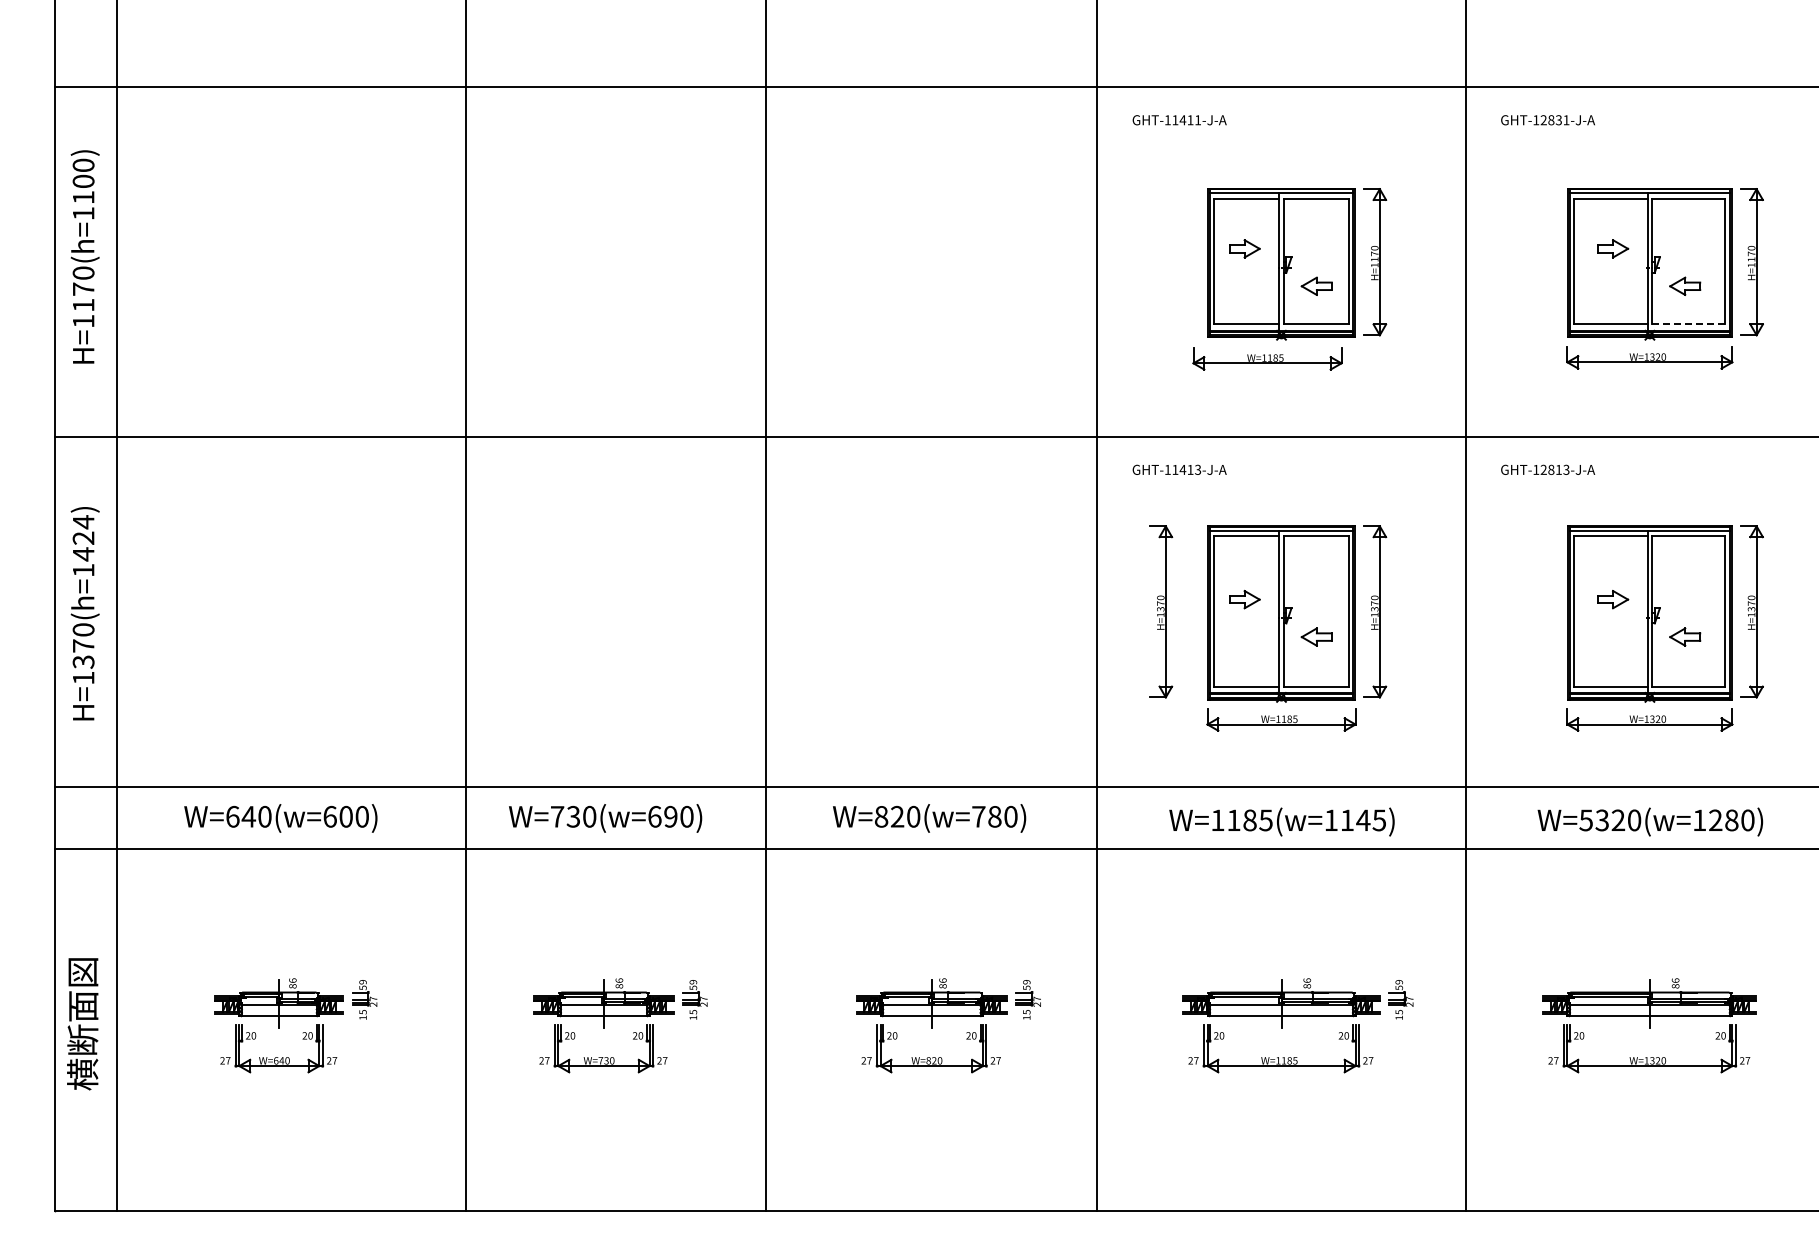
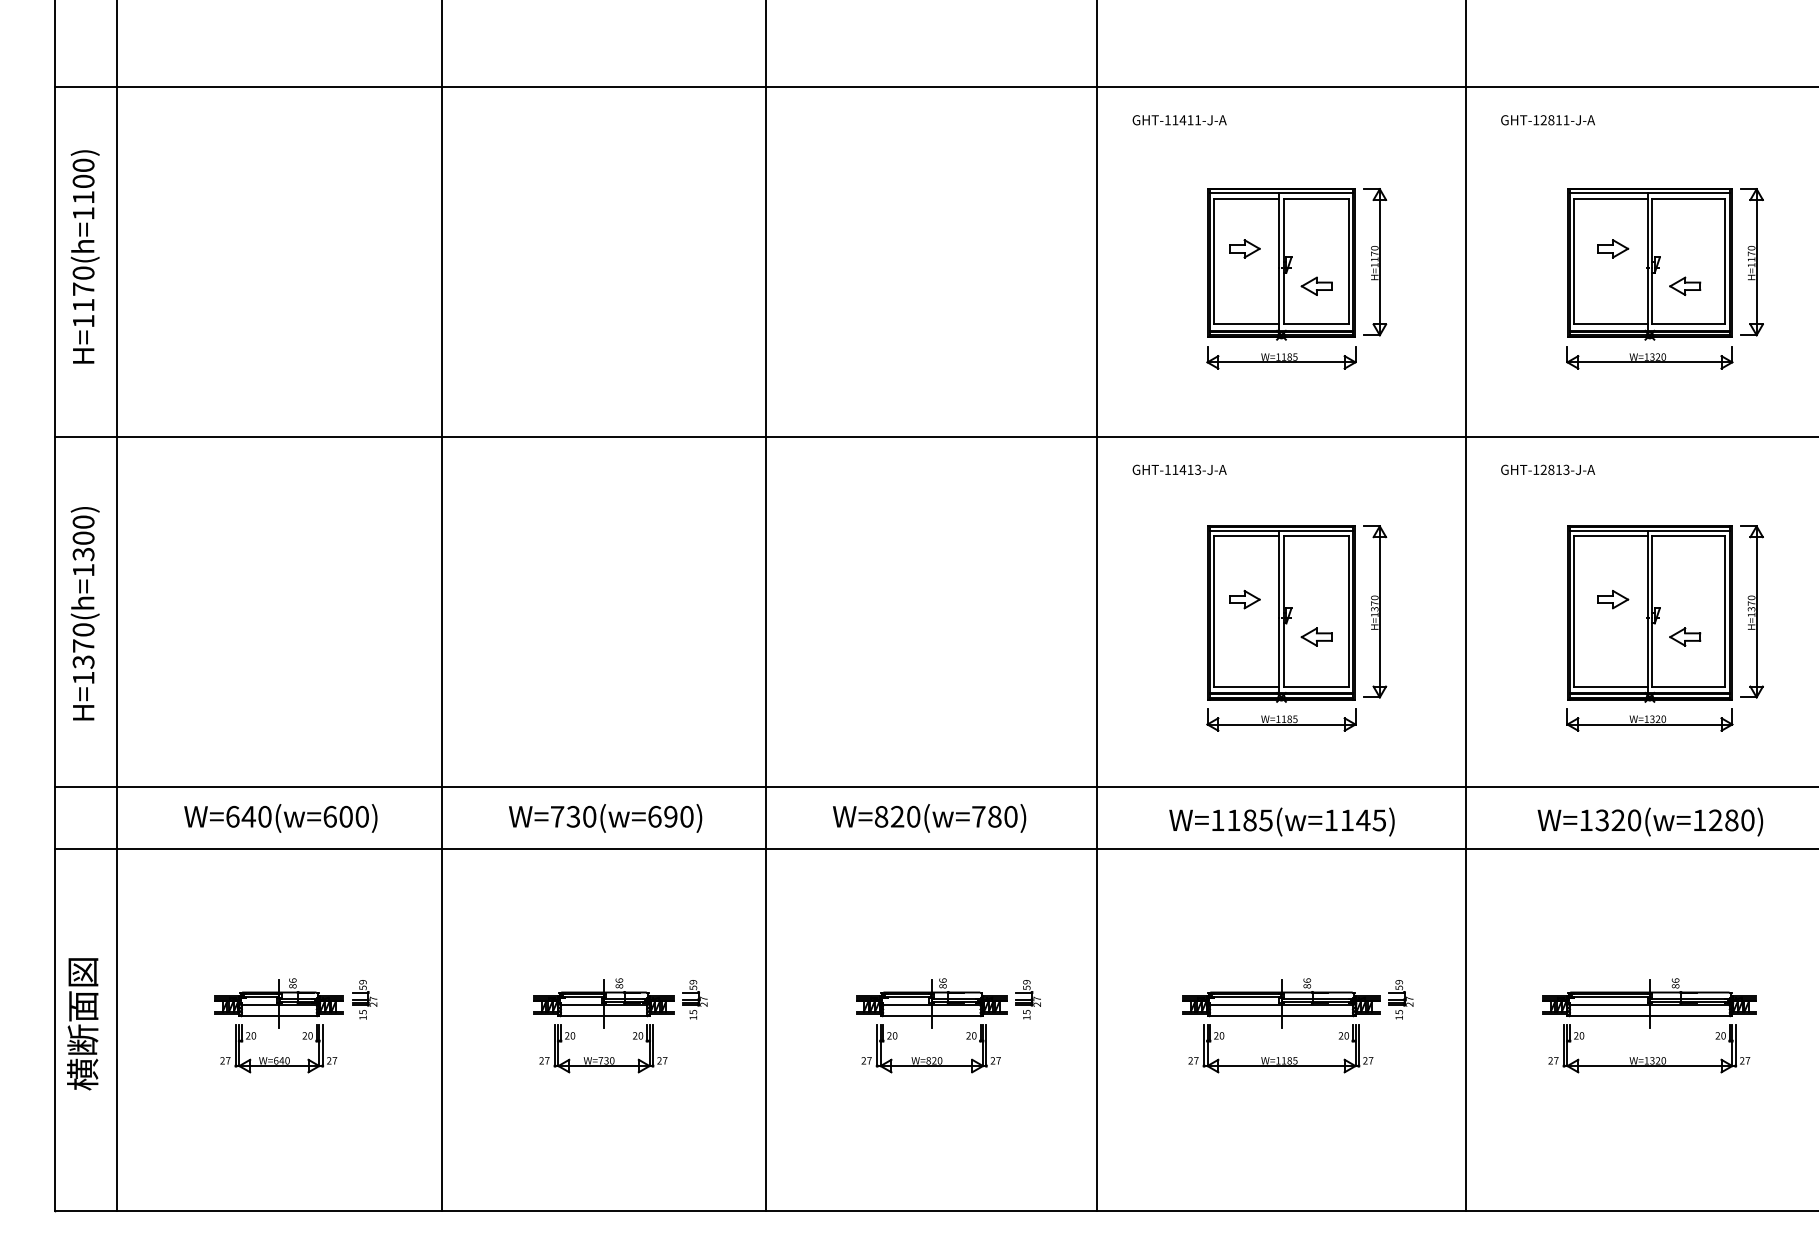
text at (1558, 120): GHT-12831-J-A -> GHT-12811-J-A
line at (1688, 324): dashed -> solid
part at (1267, 358) position: (1267, 358) -> (1281, 357)
text at (83, 538): H=1370(h=1424) -> H=1370(h=1300)
line at (465, 606) position: (465, 606) -> (441, 606)
part at (1161, 611): present -> none
text at (1585, 820): W=5320(w=1280) -> W=1320(w=1280)
